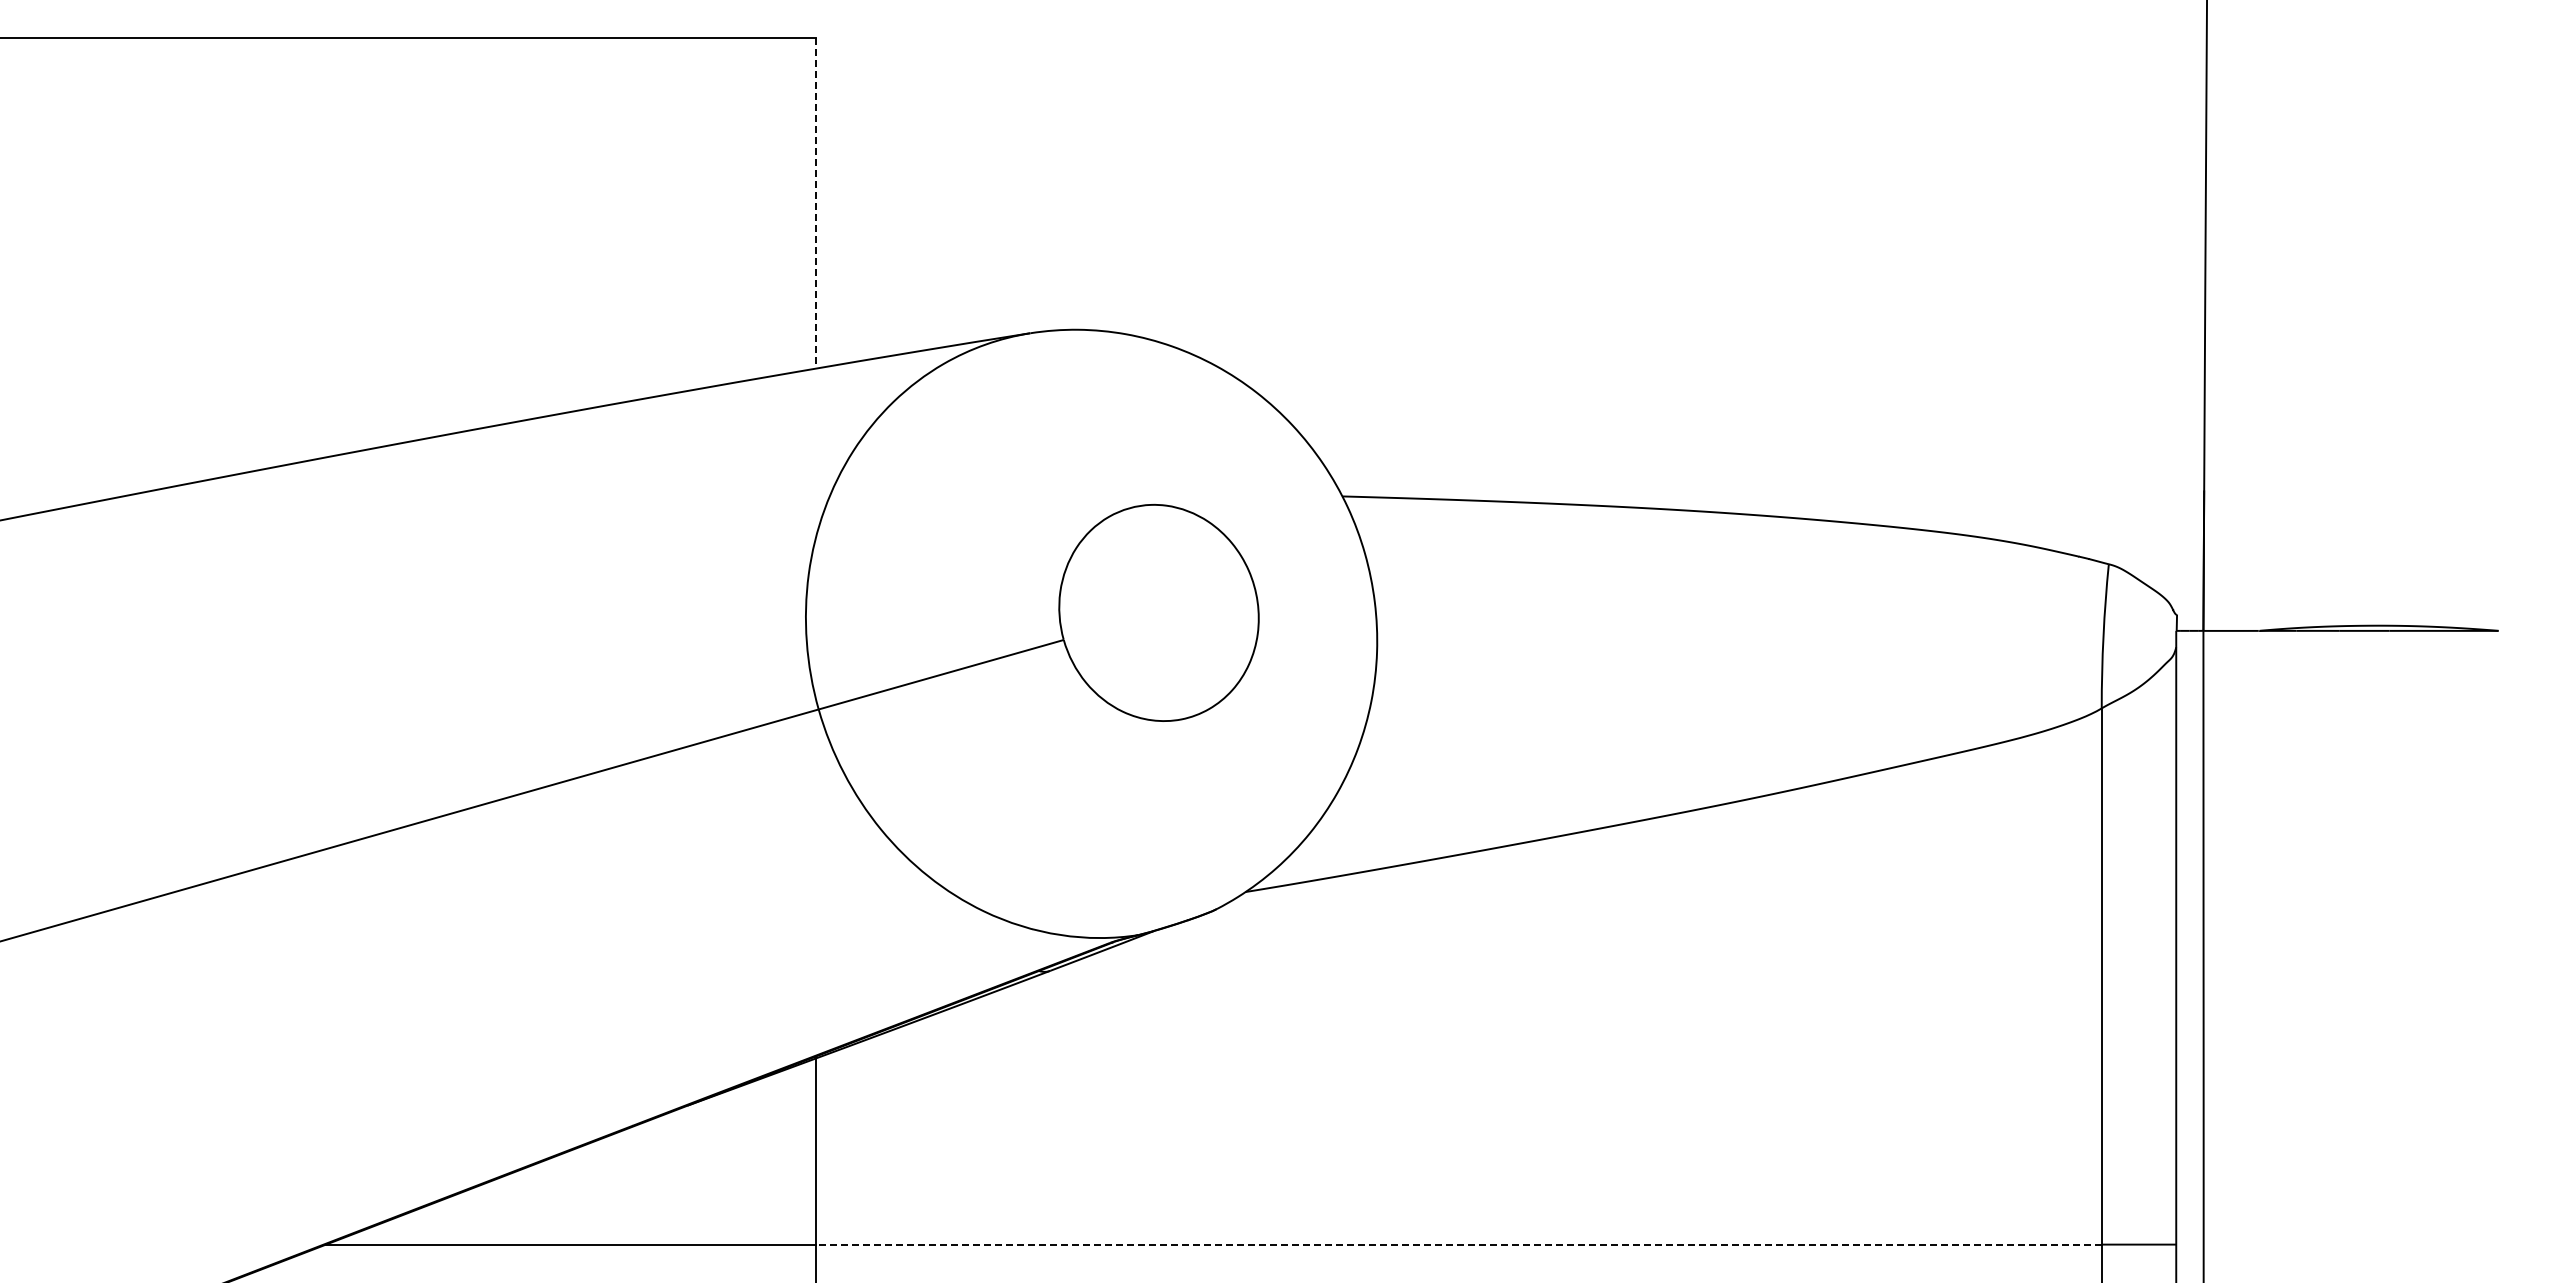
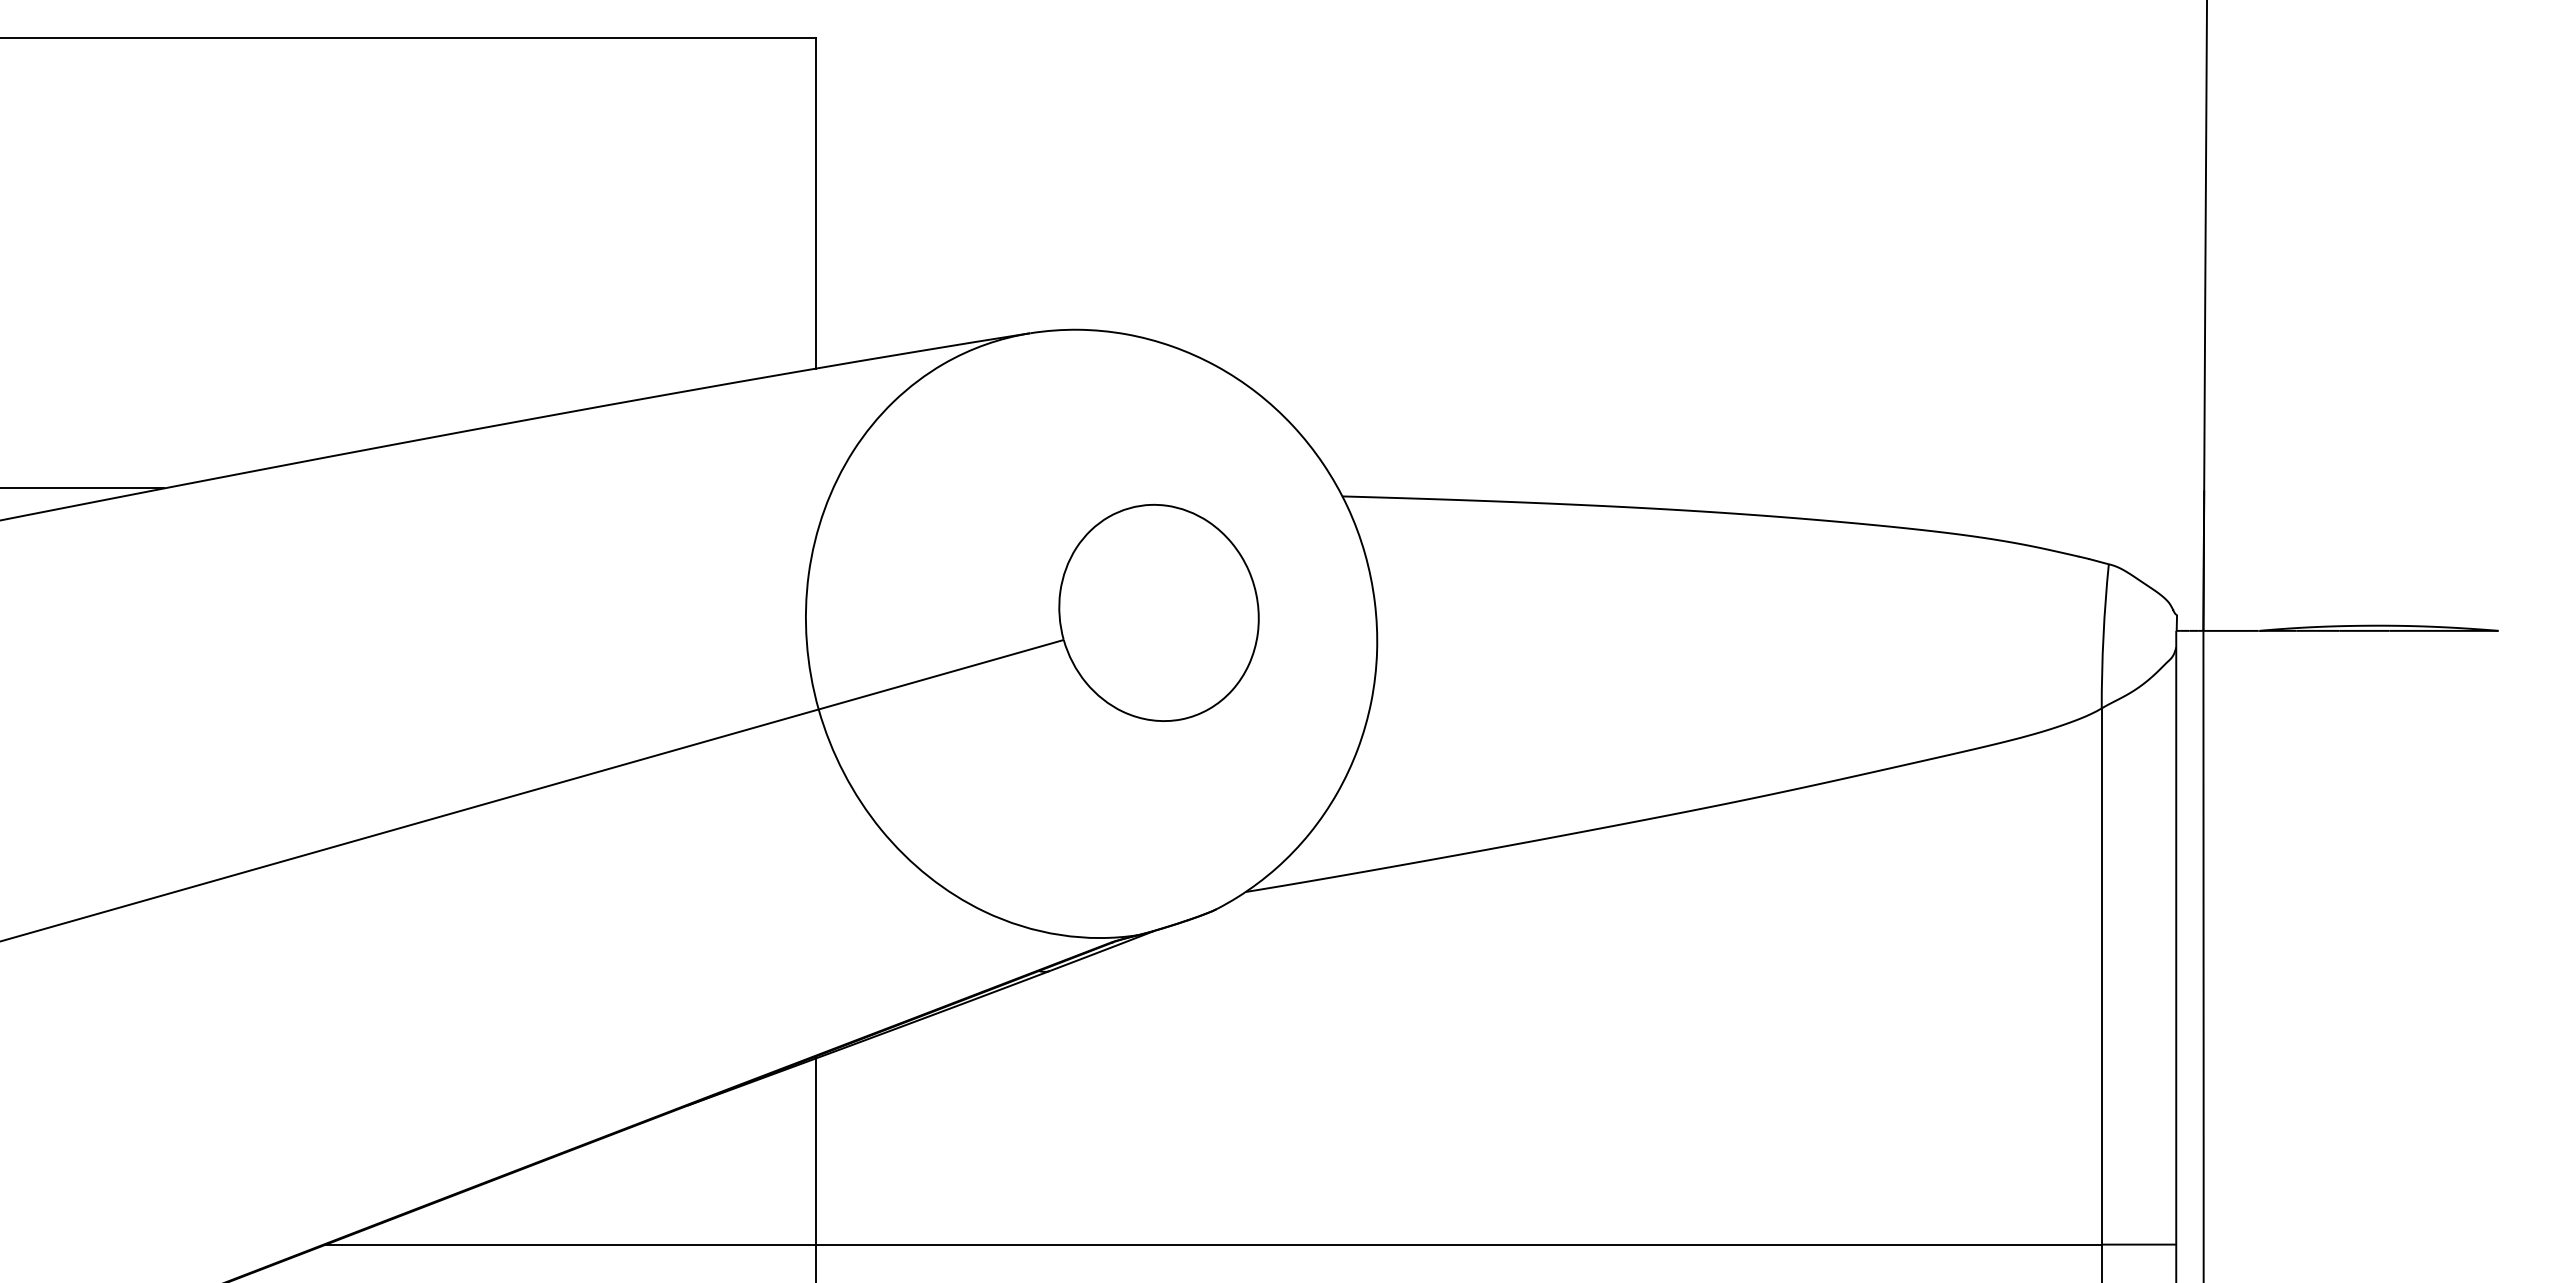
line at (816, 203): dashed -> solid
line at (83, 488): none -> present
line at (1459, 1244): dashed -> solid
